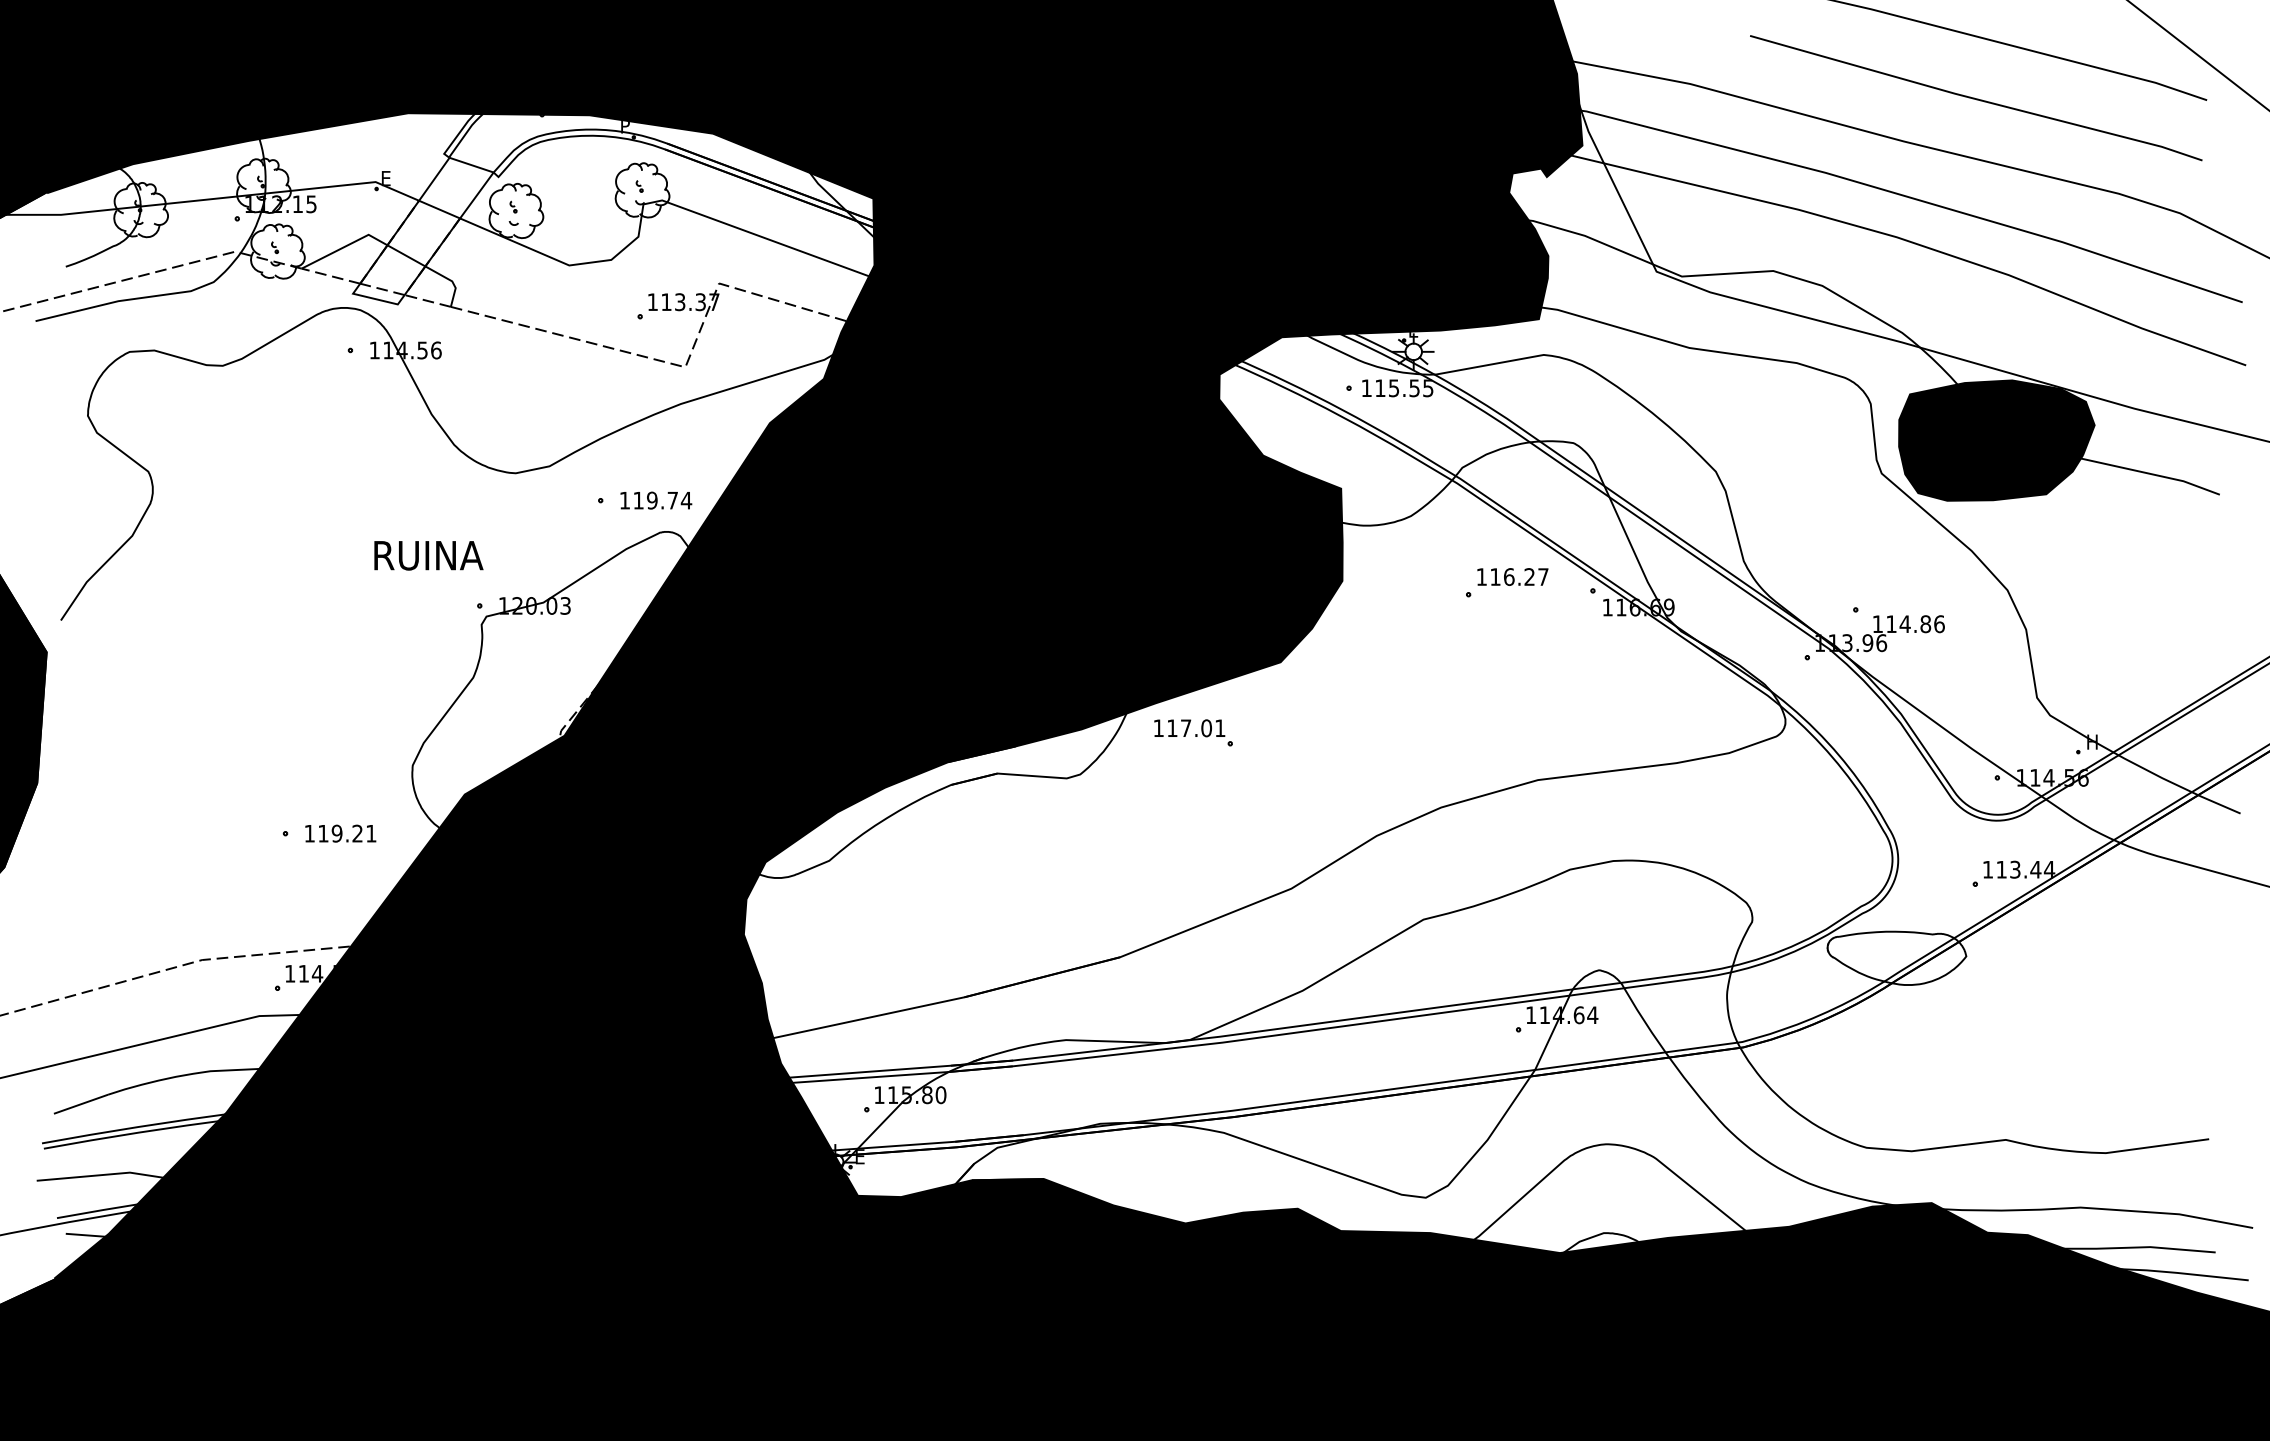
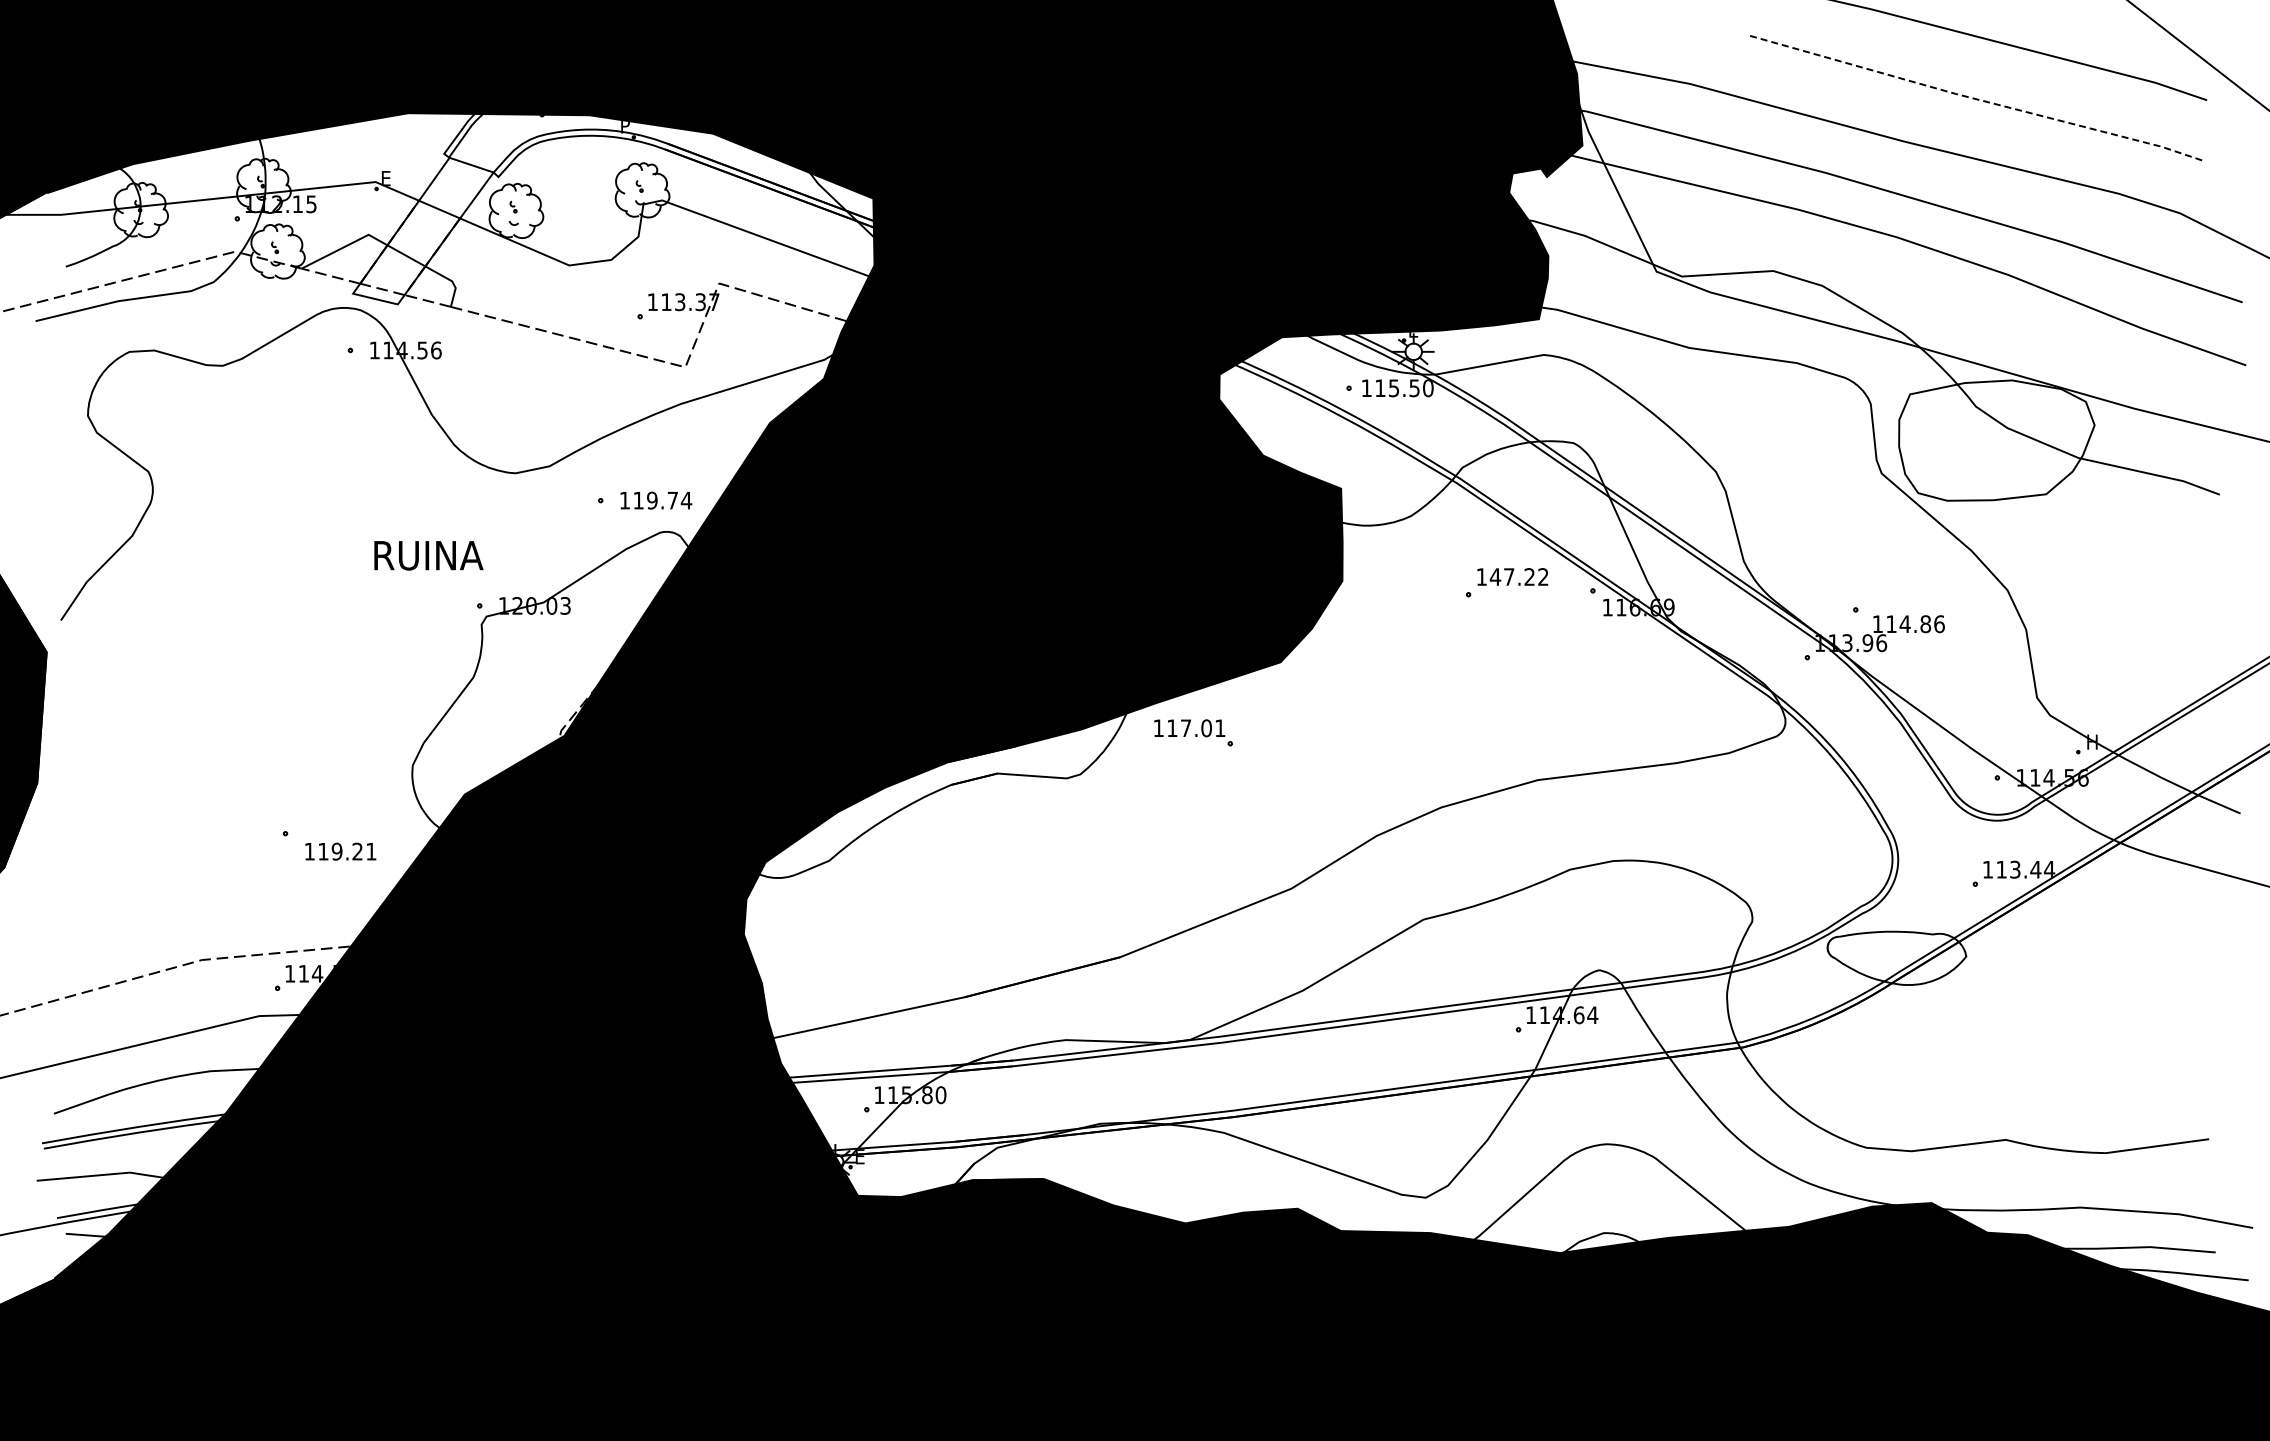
line at (1976, 99): solid -> dashed
text at (1428, 388): 115.55 -> 115.50
fill at (1996, 440): present -> none
text at (1518, 576): 116.27 -> 147.22
text at (340, 833) position: (340, 833) -> (340, 851)
